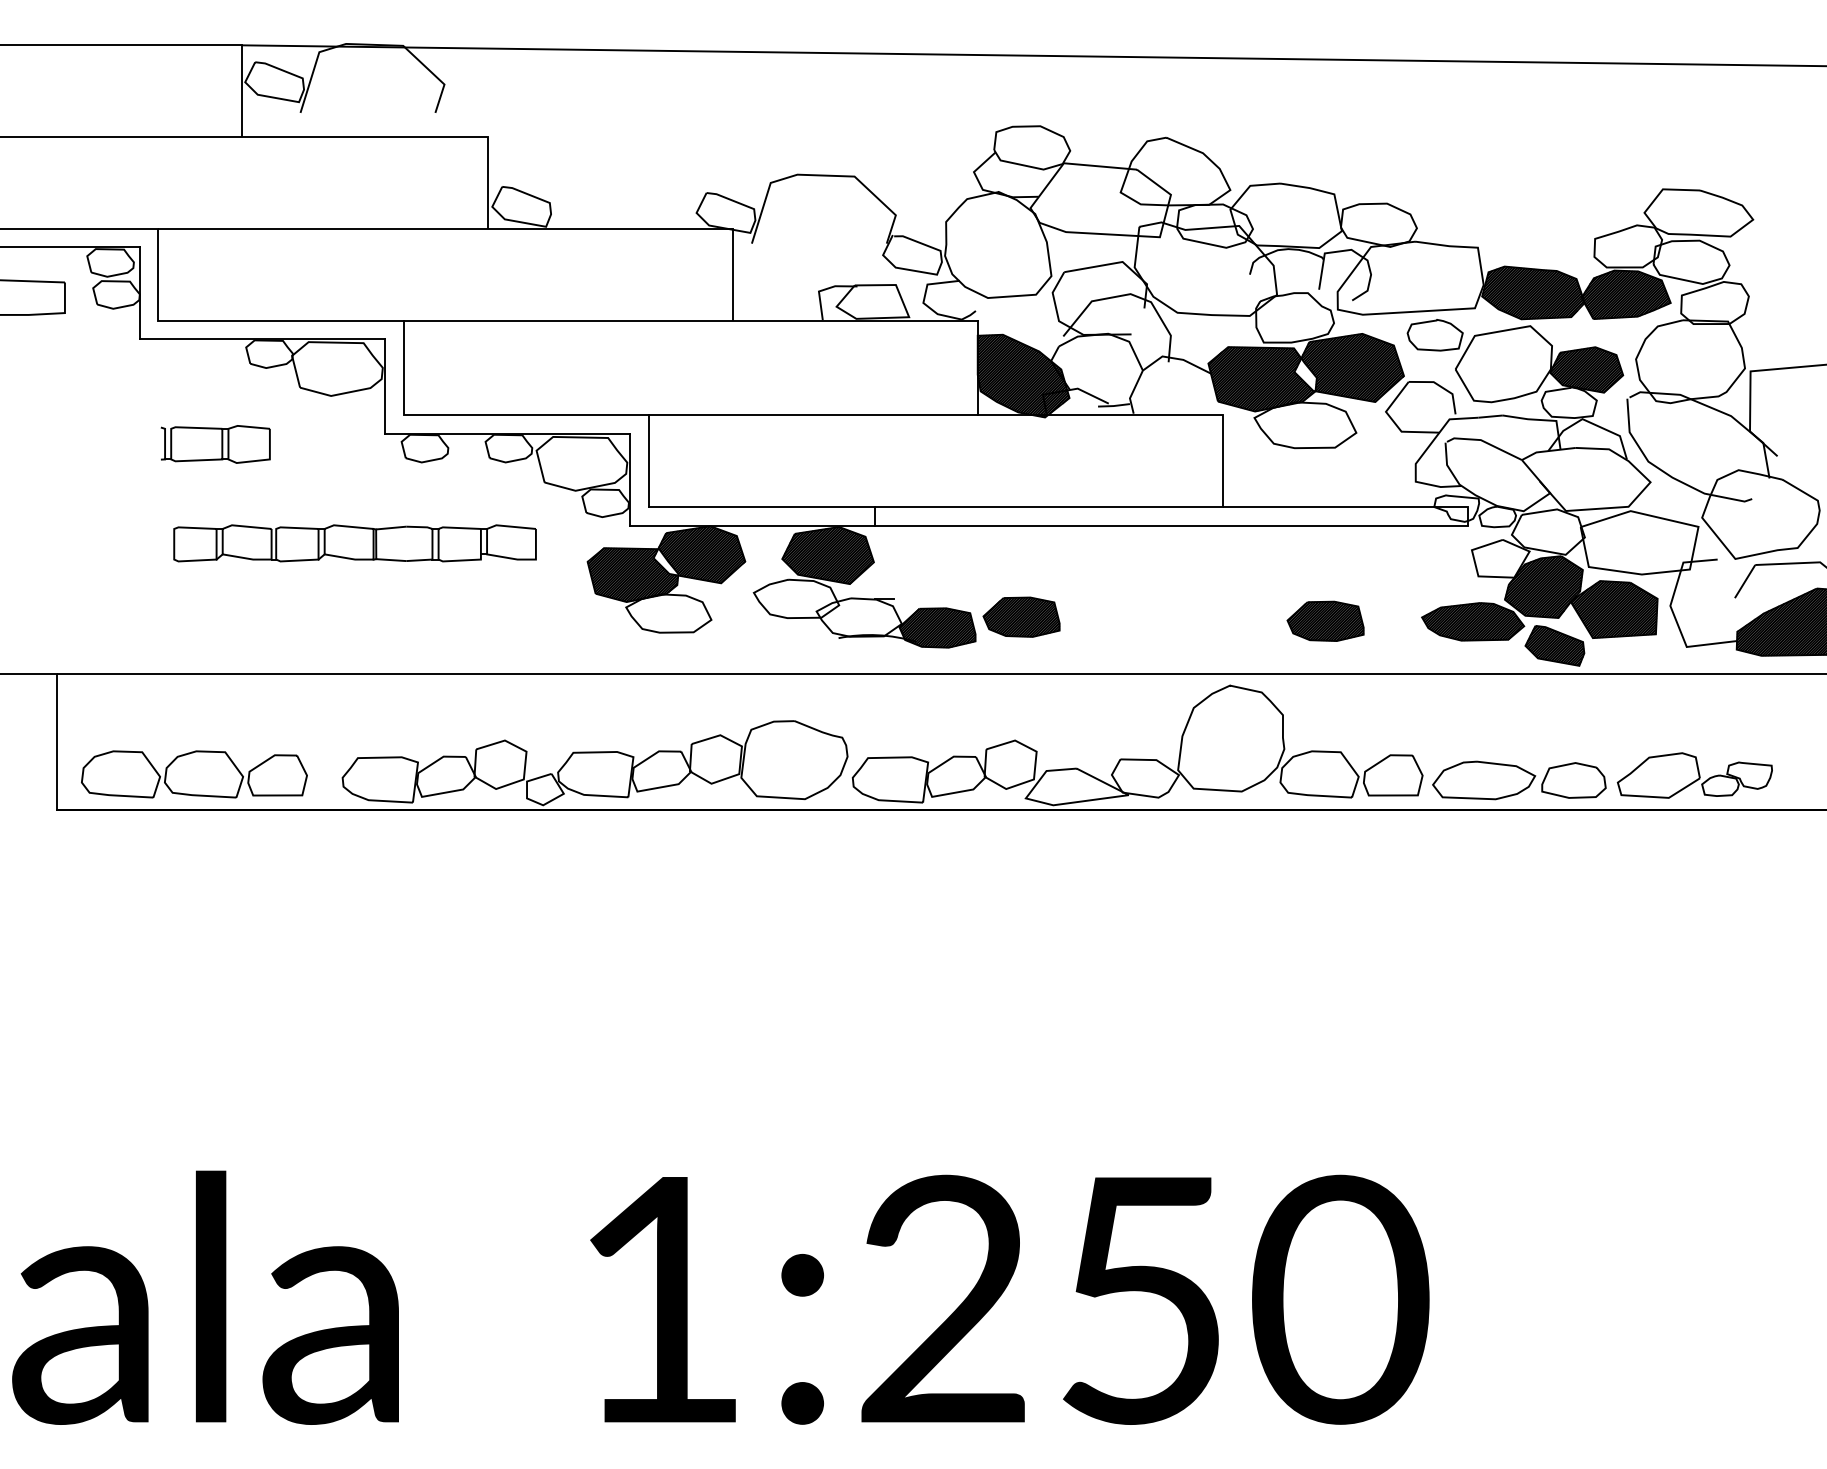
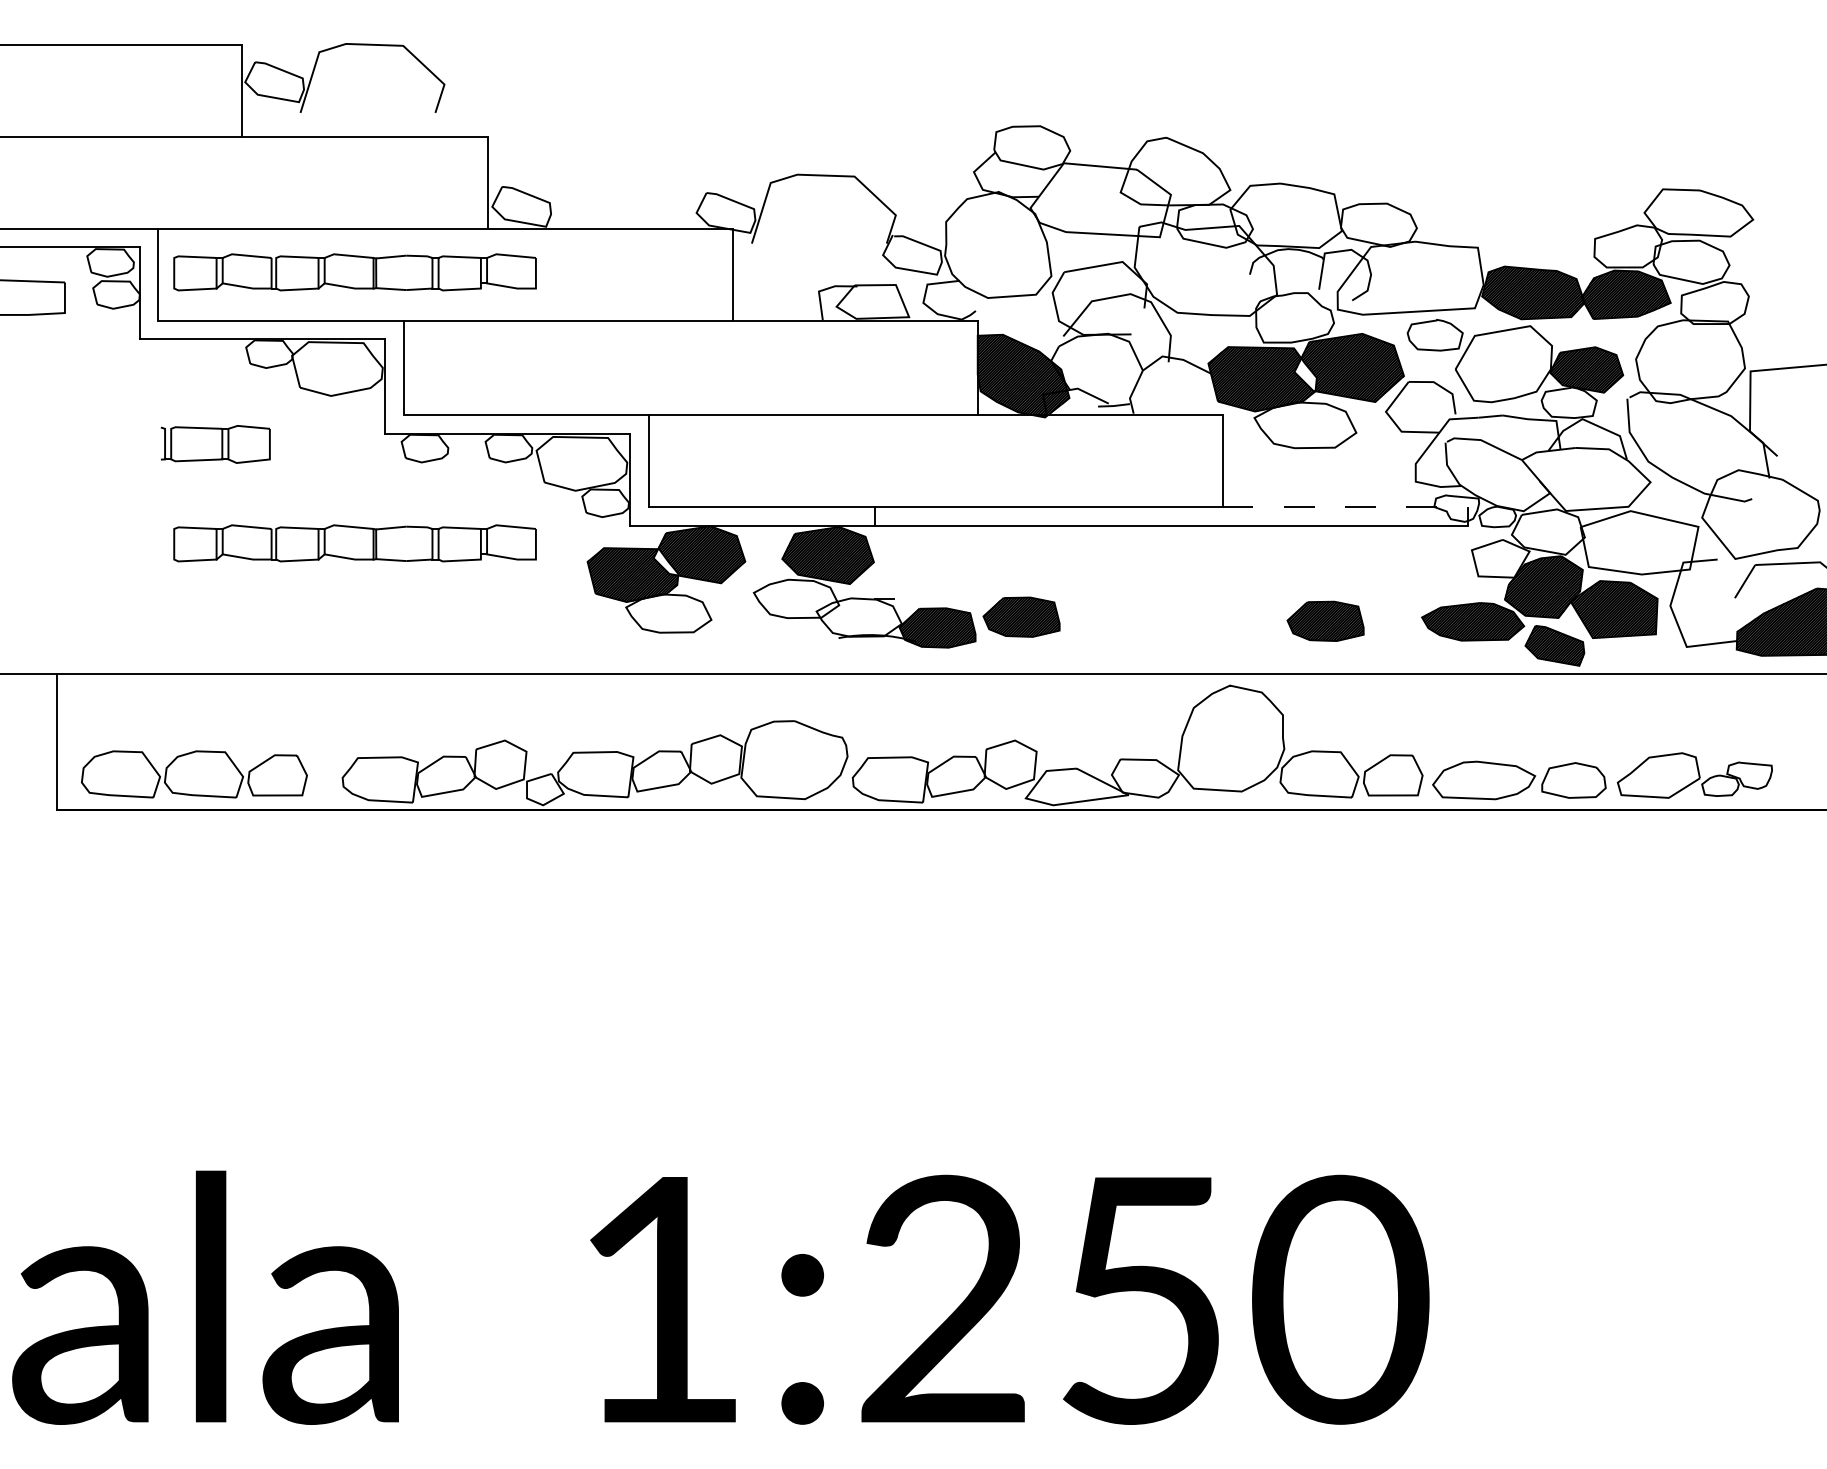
line at (1032, 55): present -> none
part at (354, 272): none -> present
line at (1355, 507): solid -> dashed
